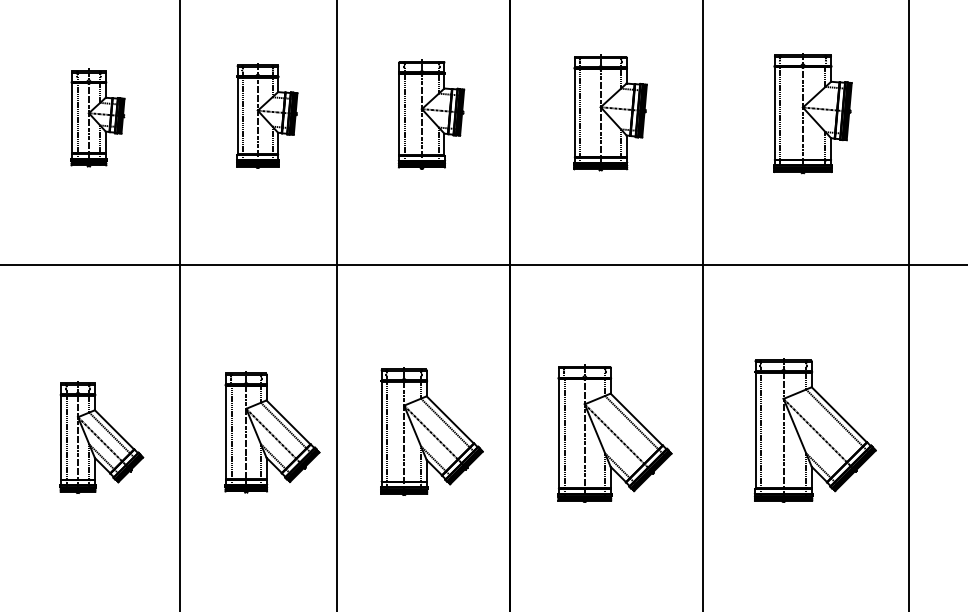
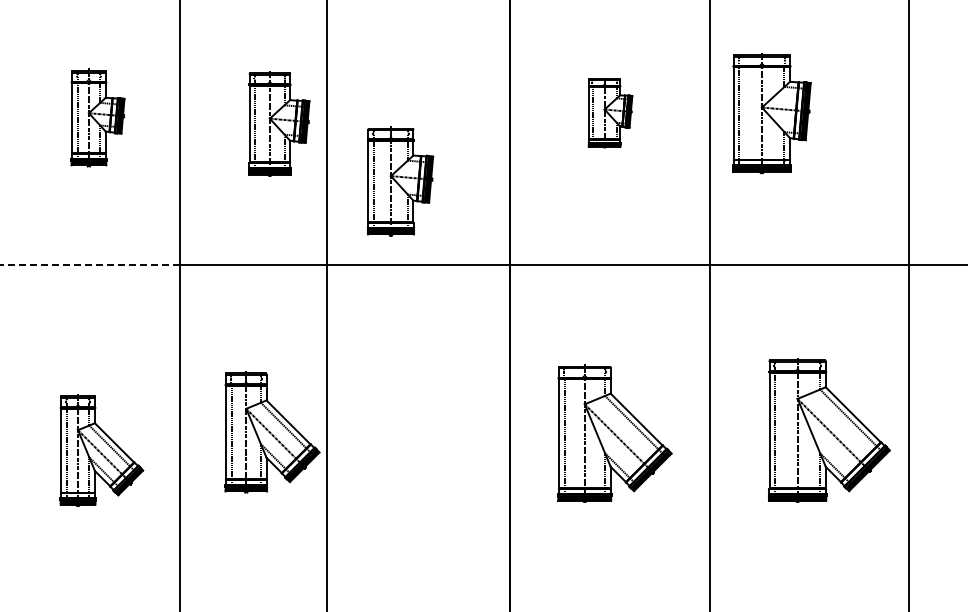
part at (610, 112) size: 75x118 px -> 47x71 px
part at (812, 113) position: (812, 113) -> (771, 113)
part at (431, 114) position: (431, 114) -> (400, 181)
part at (267, 115) position: (267, 115) -> (279, 123)
line at (90, 265): solid -> dashed
line at (336, 305) position: (336, 305) -> (326, 305)
line at (703, 305) position: (703, 305) -> (710, 305)
part at (814, 430) position: (814, 430) -> (828, 430)
part at (431, 431): present -> none
part at (101, 437) position: (101, 437) -> (101, 450)
